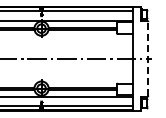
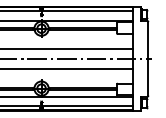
line at (67, 49): none -> present
line at (148, 58): dashed -> solid
line at (67, 68): none -> present
